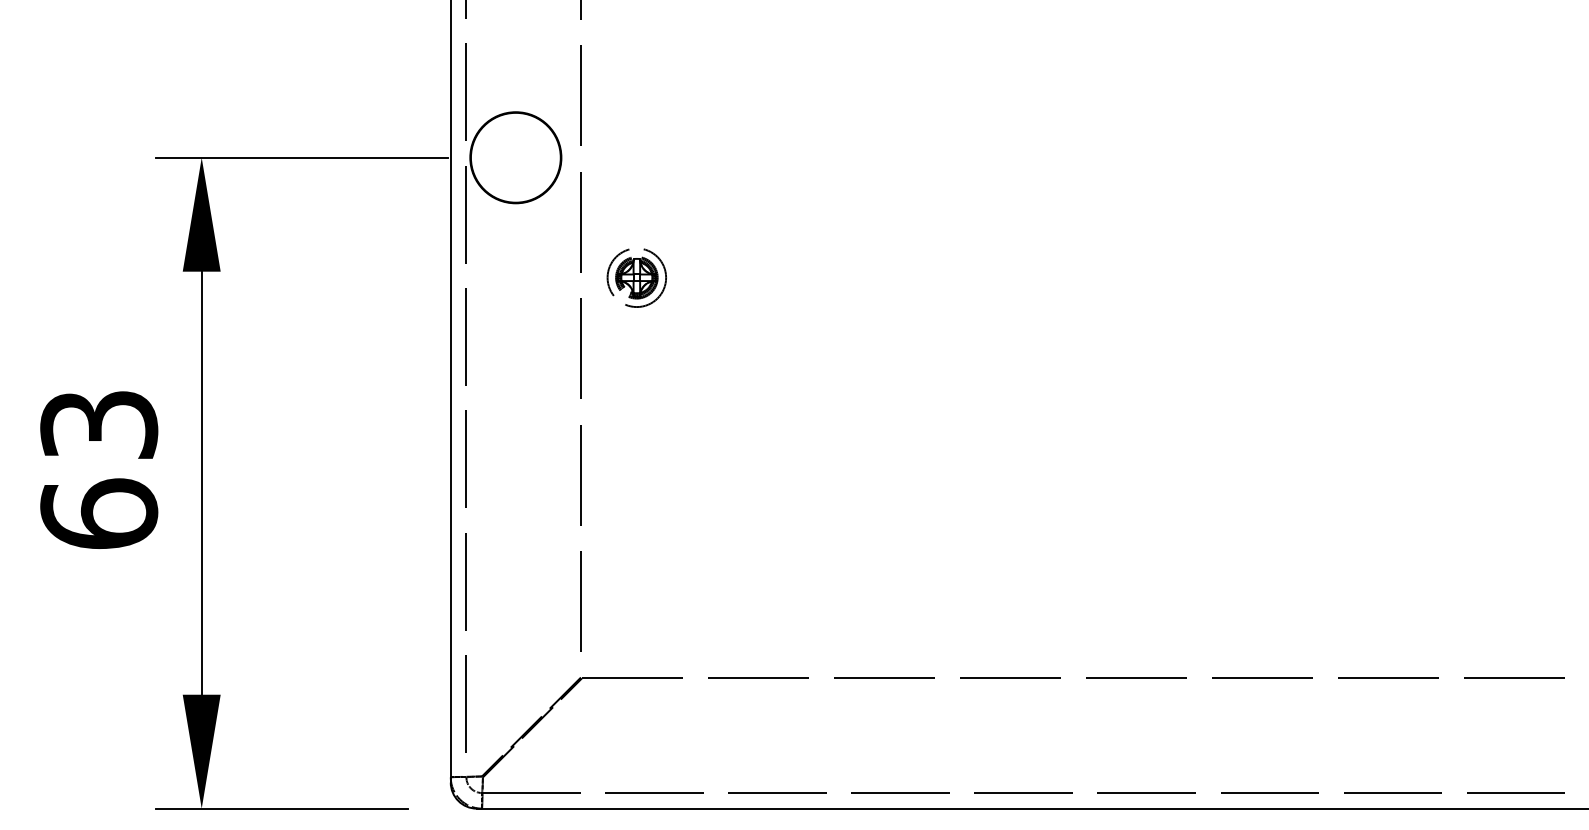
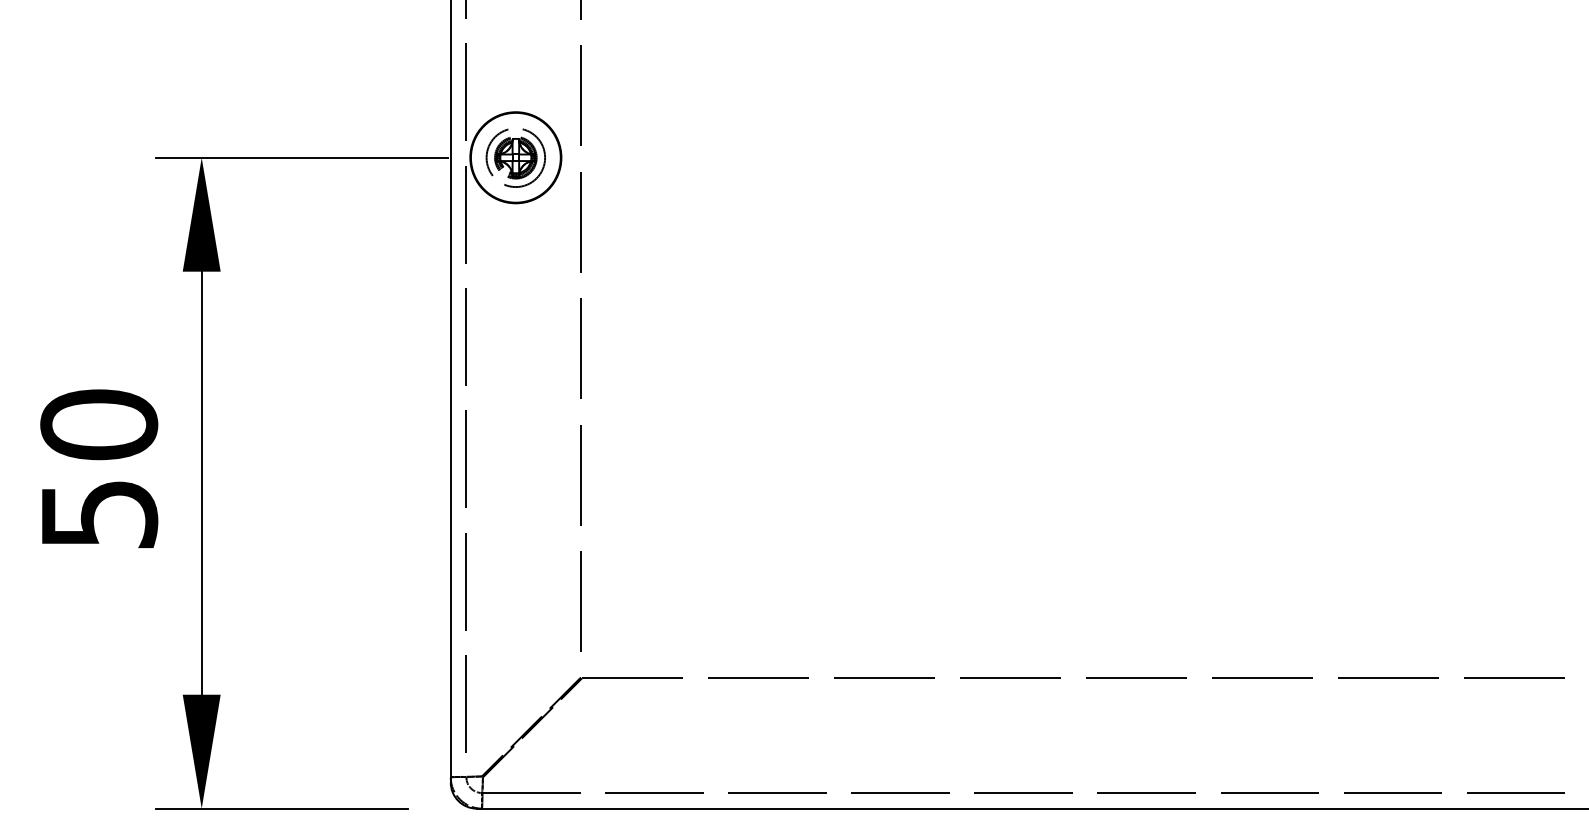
part at (636, 277) position: (636, 277) -> (515, 157)
text at (99, 468): 63 -> 50
